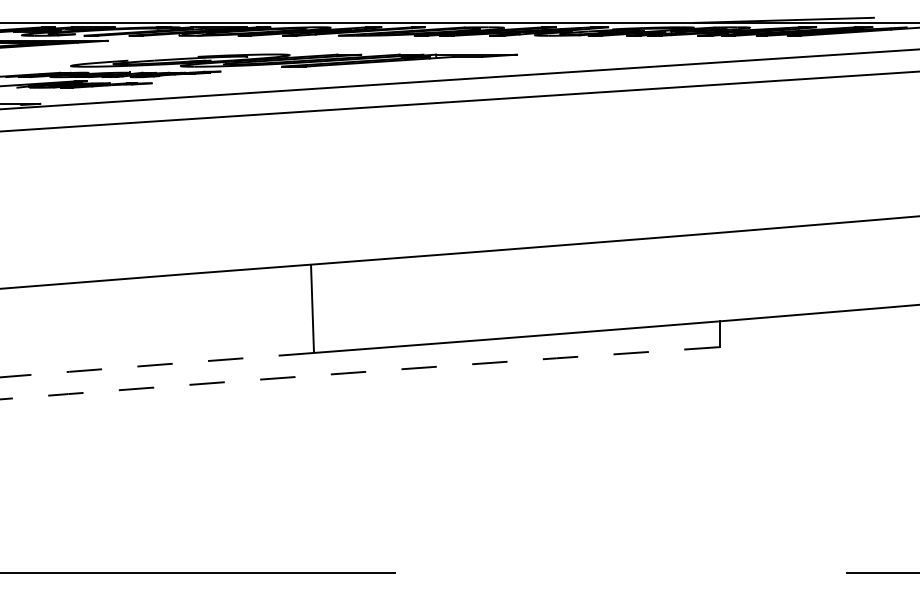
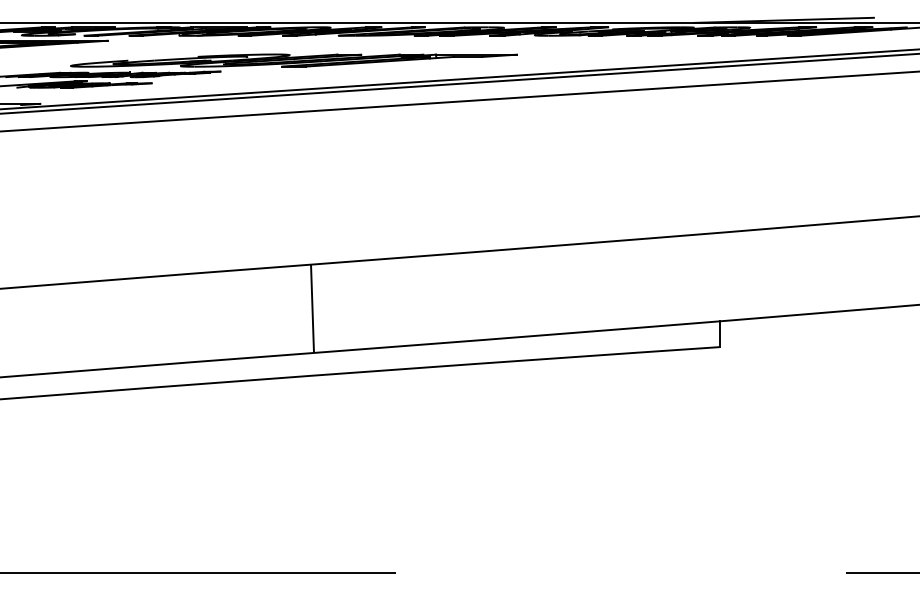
line at (459, 83): none -> present
arc at (156, 365): dashed -> solid
arc at (360, 372): dashed -> solid
